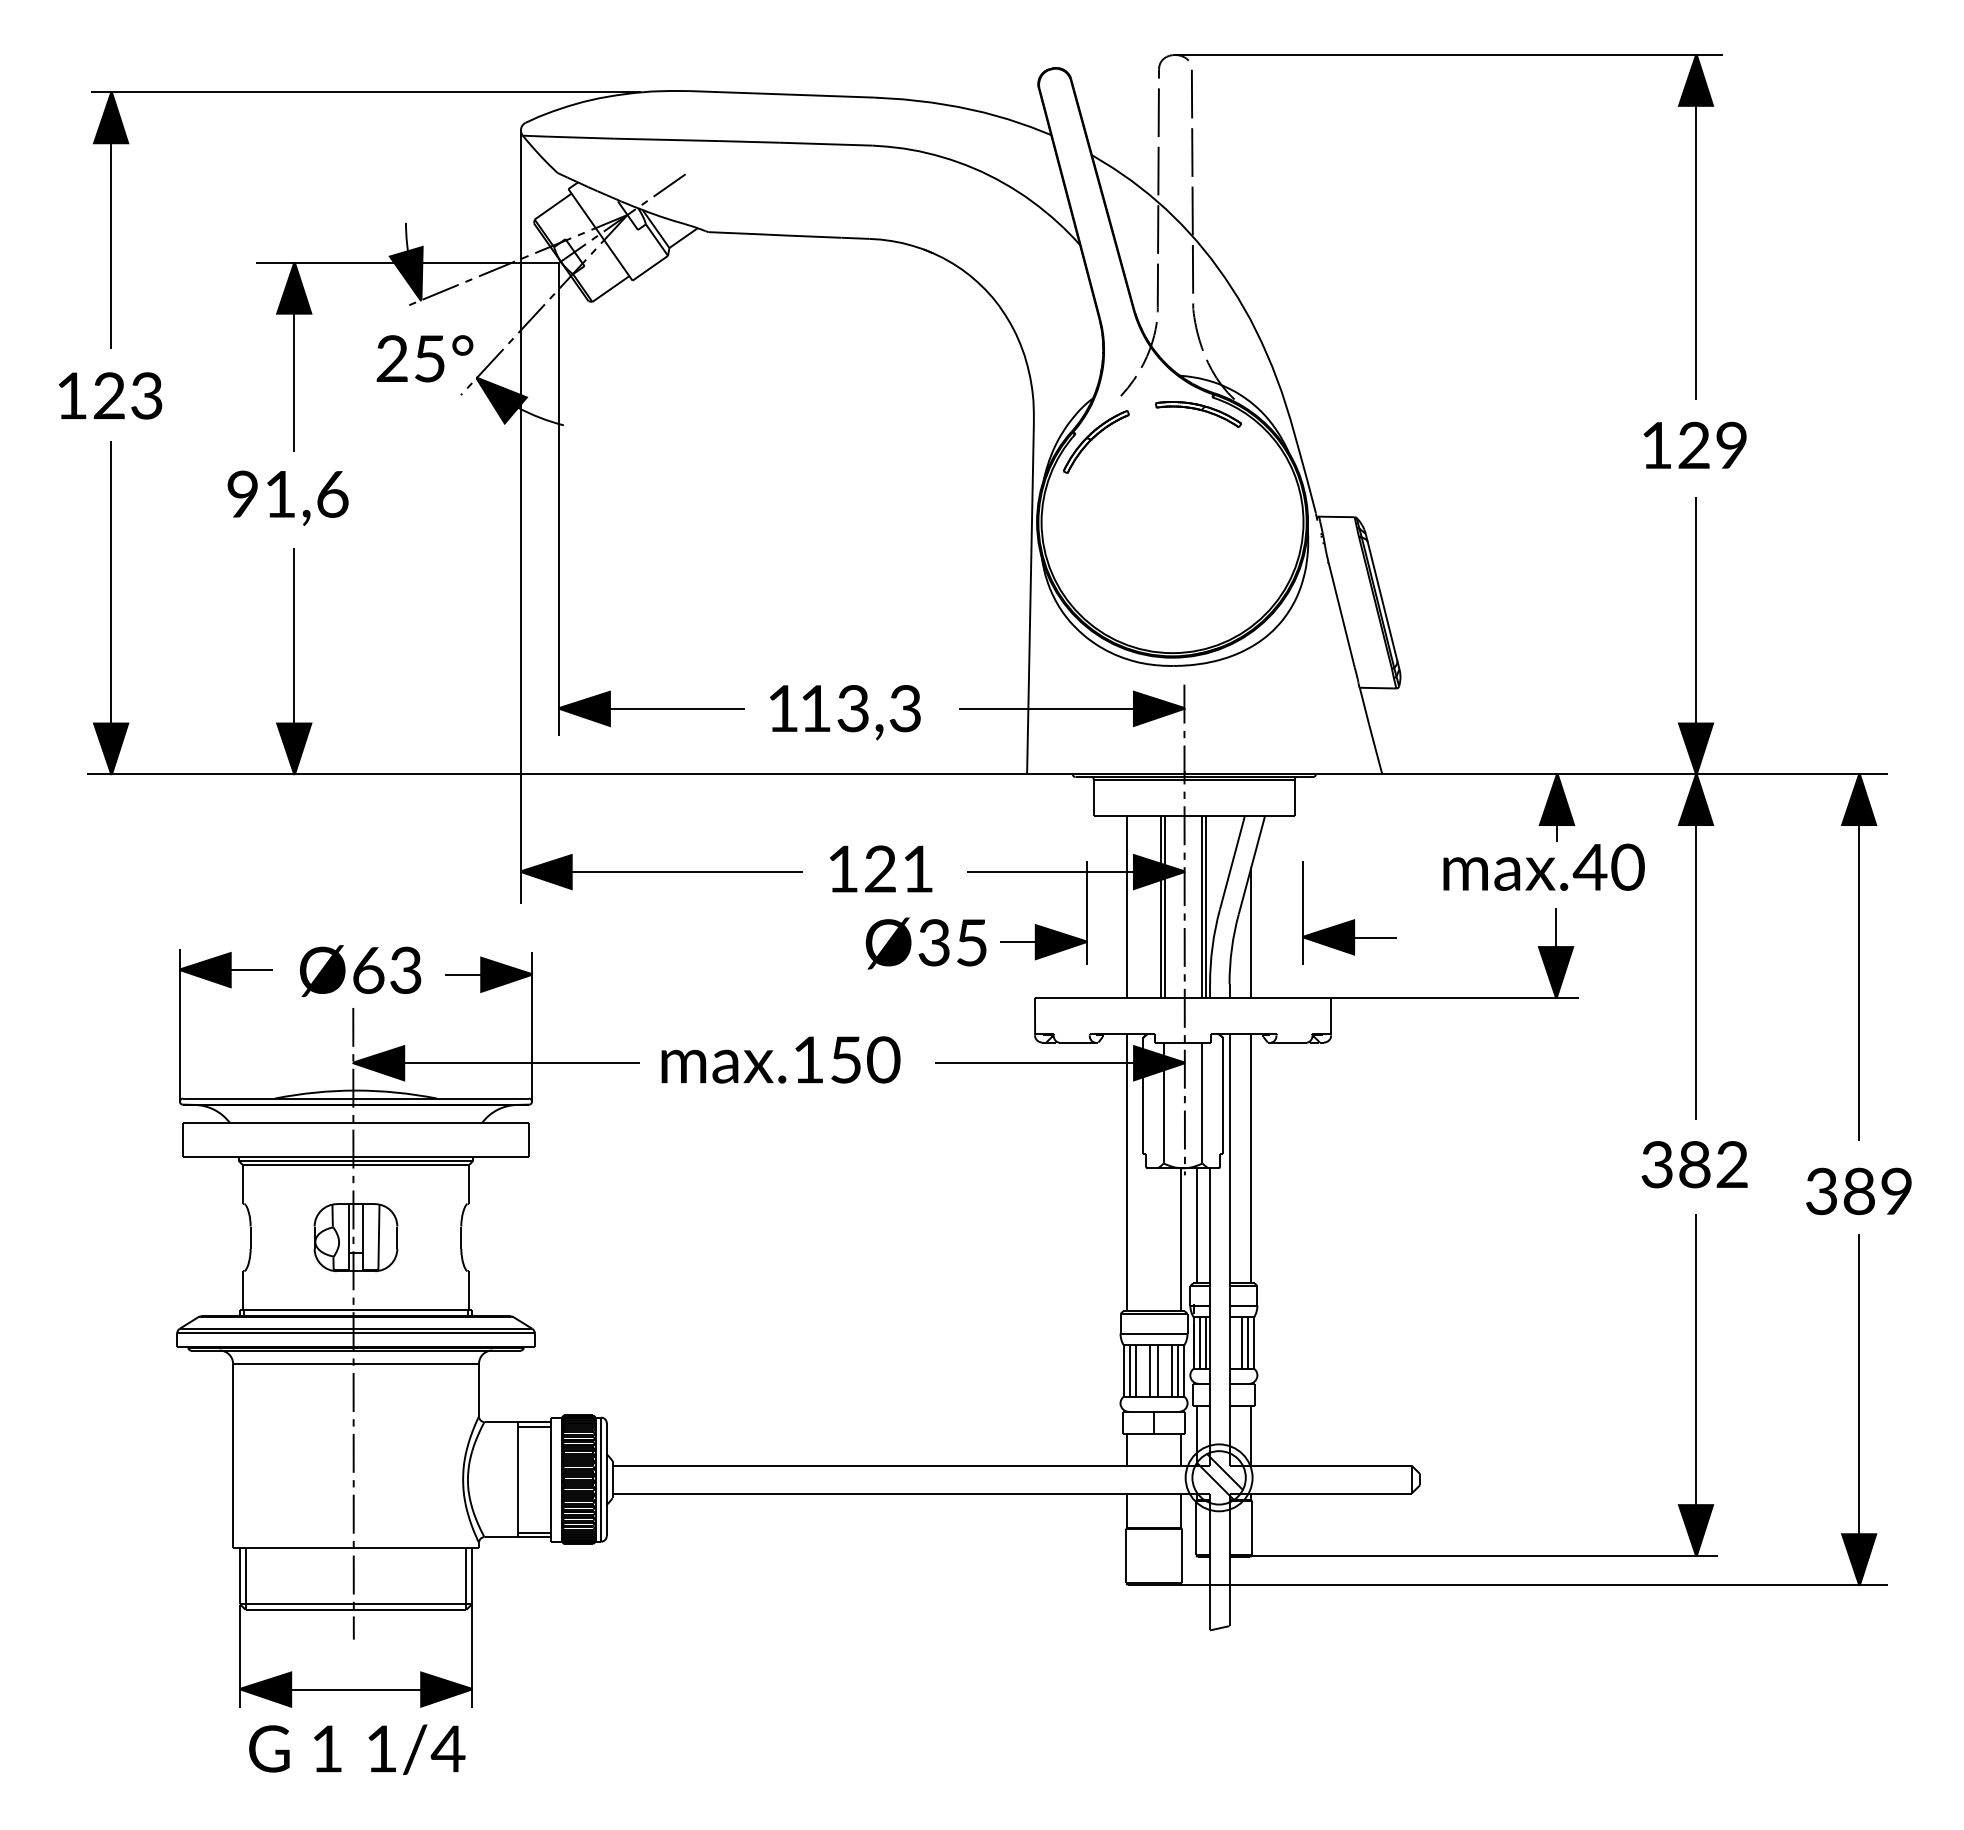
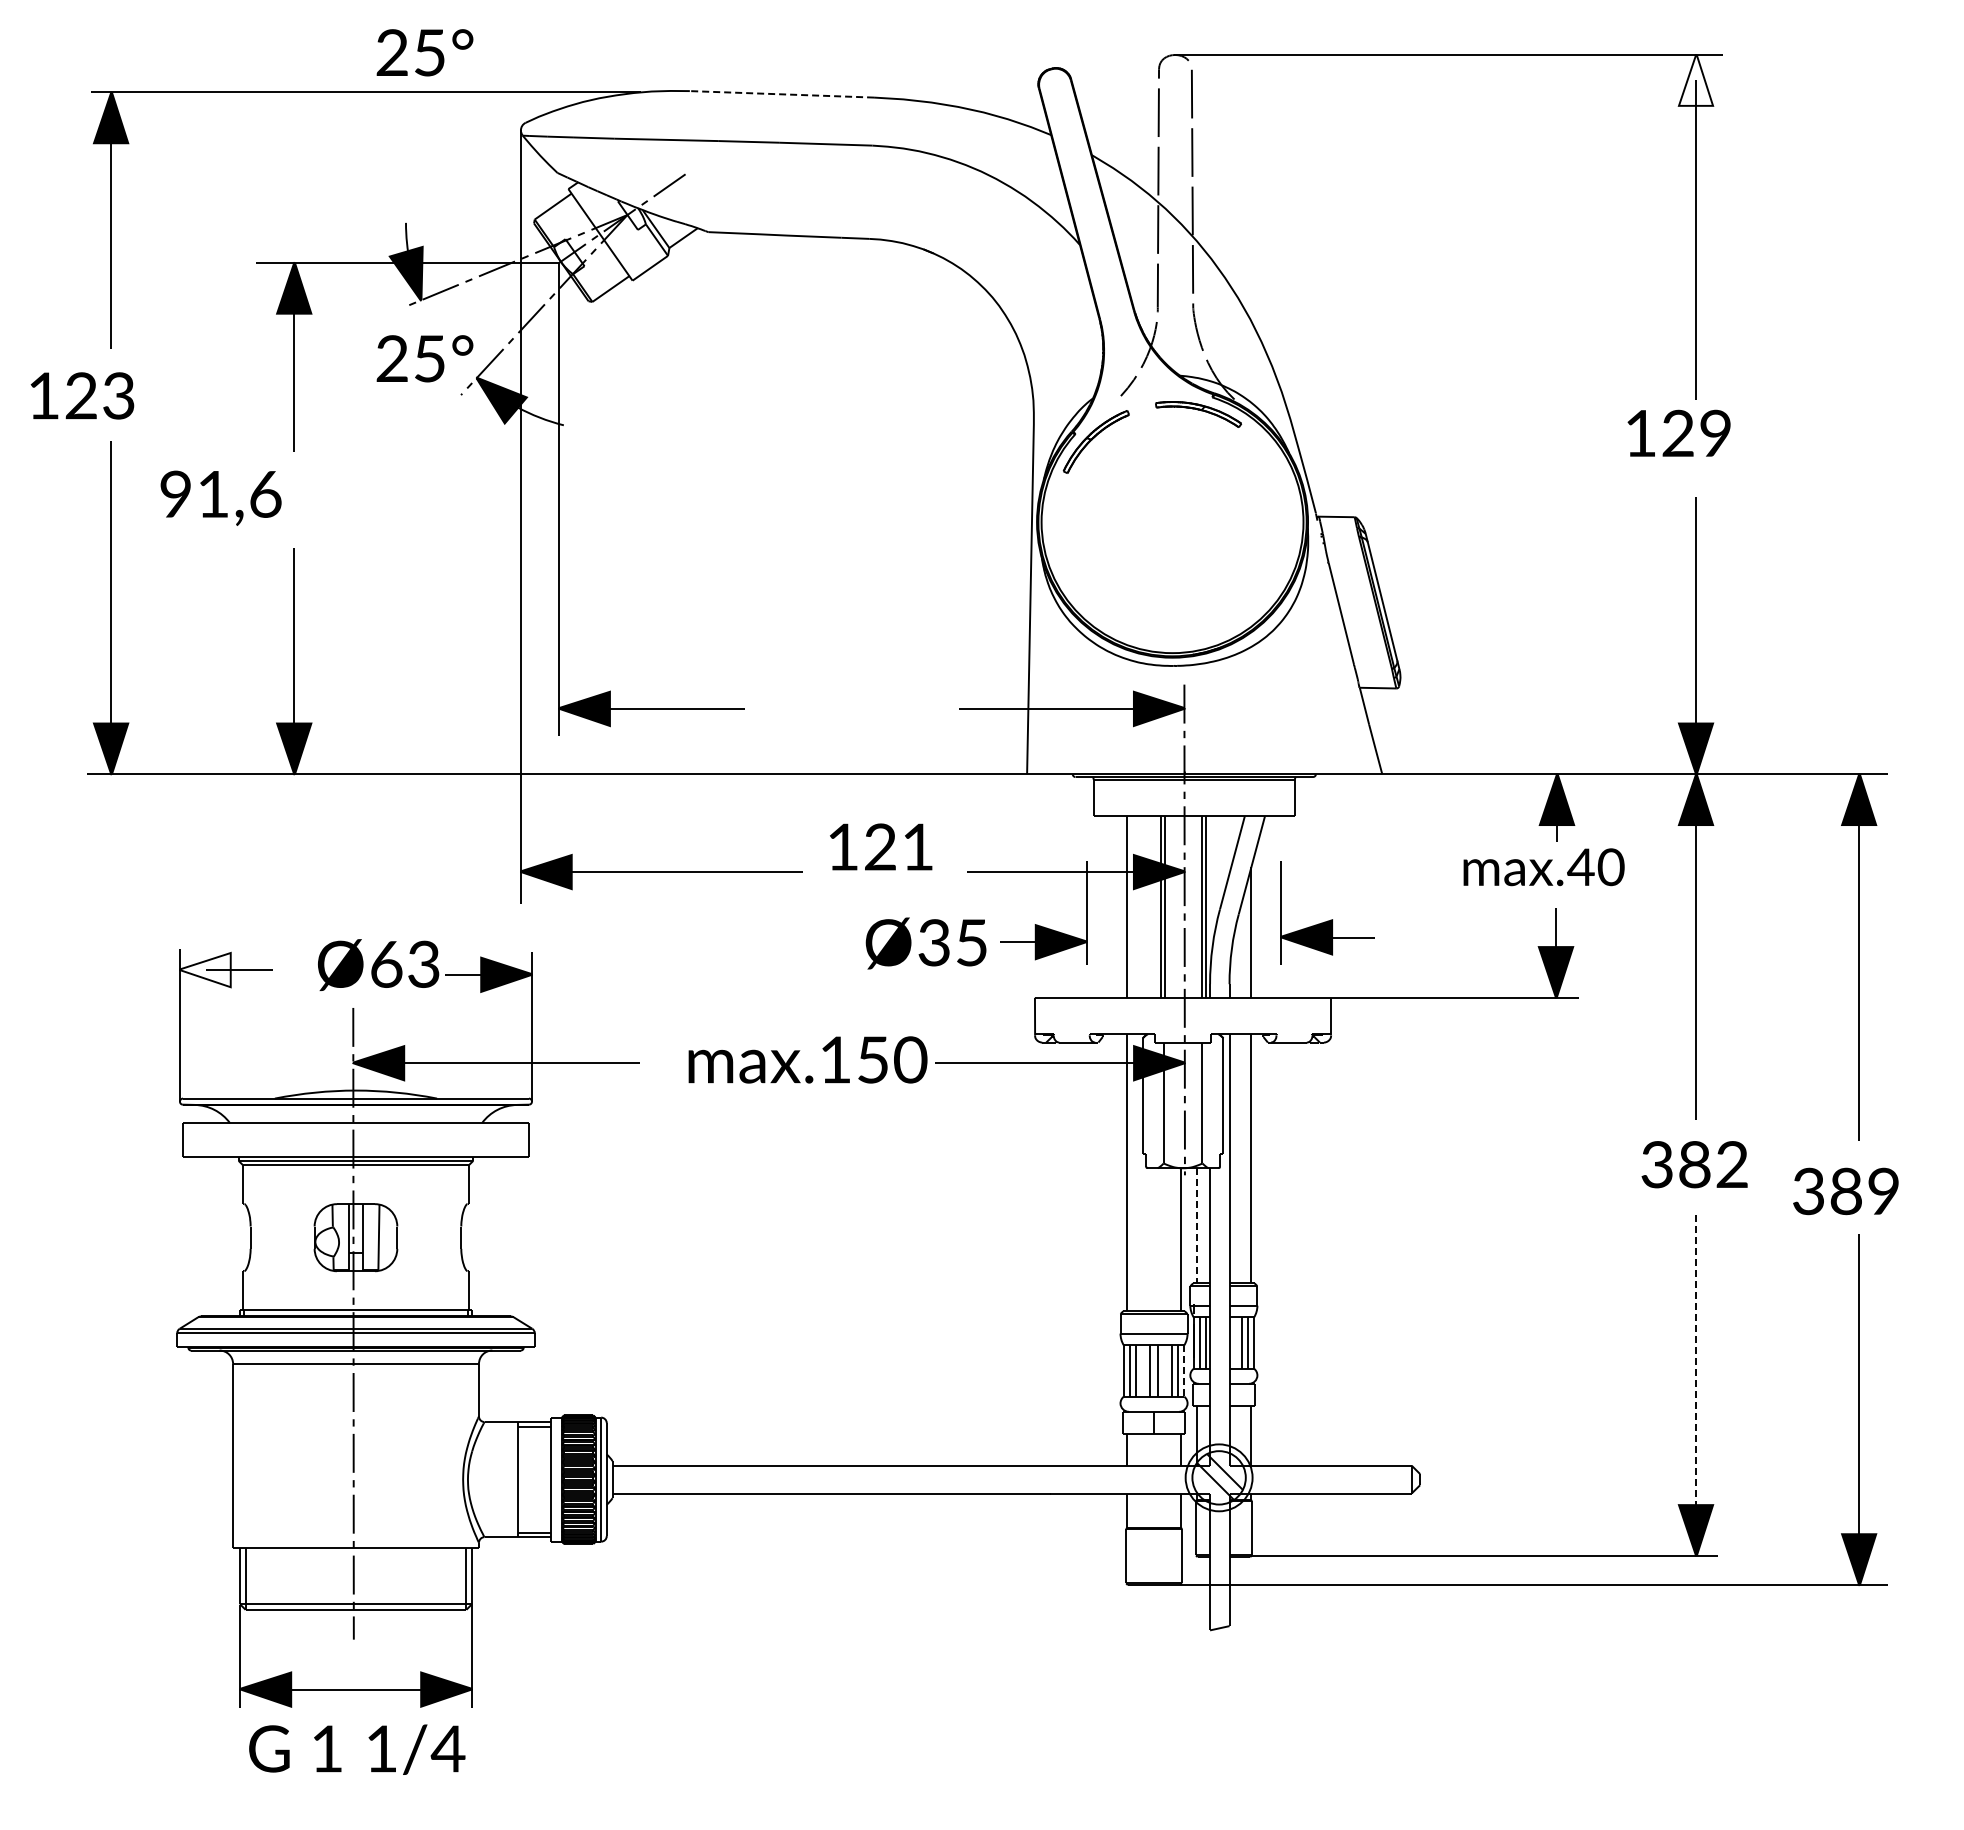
part at (424, 52): none -> present
fill at (1695, 79): present -> none
line at (781, 94): solid -> dashed
part at (110, 395) position: (110, 395) -> (82, 395)
part at (1694, 444) position: (1694, 444) -> (1678, 432)
part at (287, 497) position: (287, 497) -> (220, 497)
part at (851, 710): present -> none
part at (1543, 866) size: 202x48 px -> 162x39 px
part at (881, 868) position: (881, 868) -> (881, 846)
part at (1352, 919) position: (1352, 919) -> (1330, 919)
fill at (204, 970): present -> none
part at (360, 970) position: (360, 970) -> (378, 964)
part at (771, 1053) position: (771, 1053) -> (798, 1053)
part at (1858, 1191) position: (1858, 1191) -> (1845, 1191)
line at (1196, 1225): solid -> dashed
line at (1184, 1370): solid -> dashed
line at (1695, 1371): solid -> dashed
